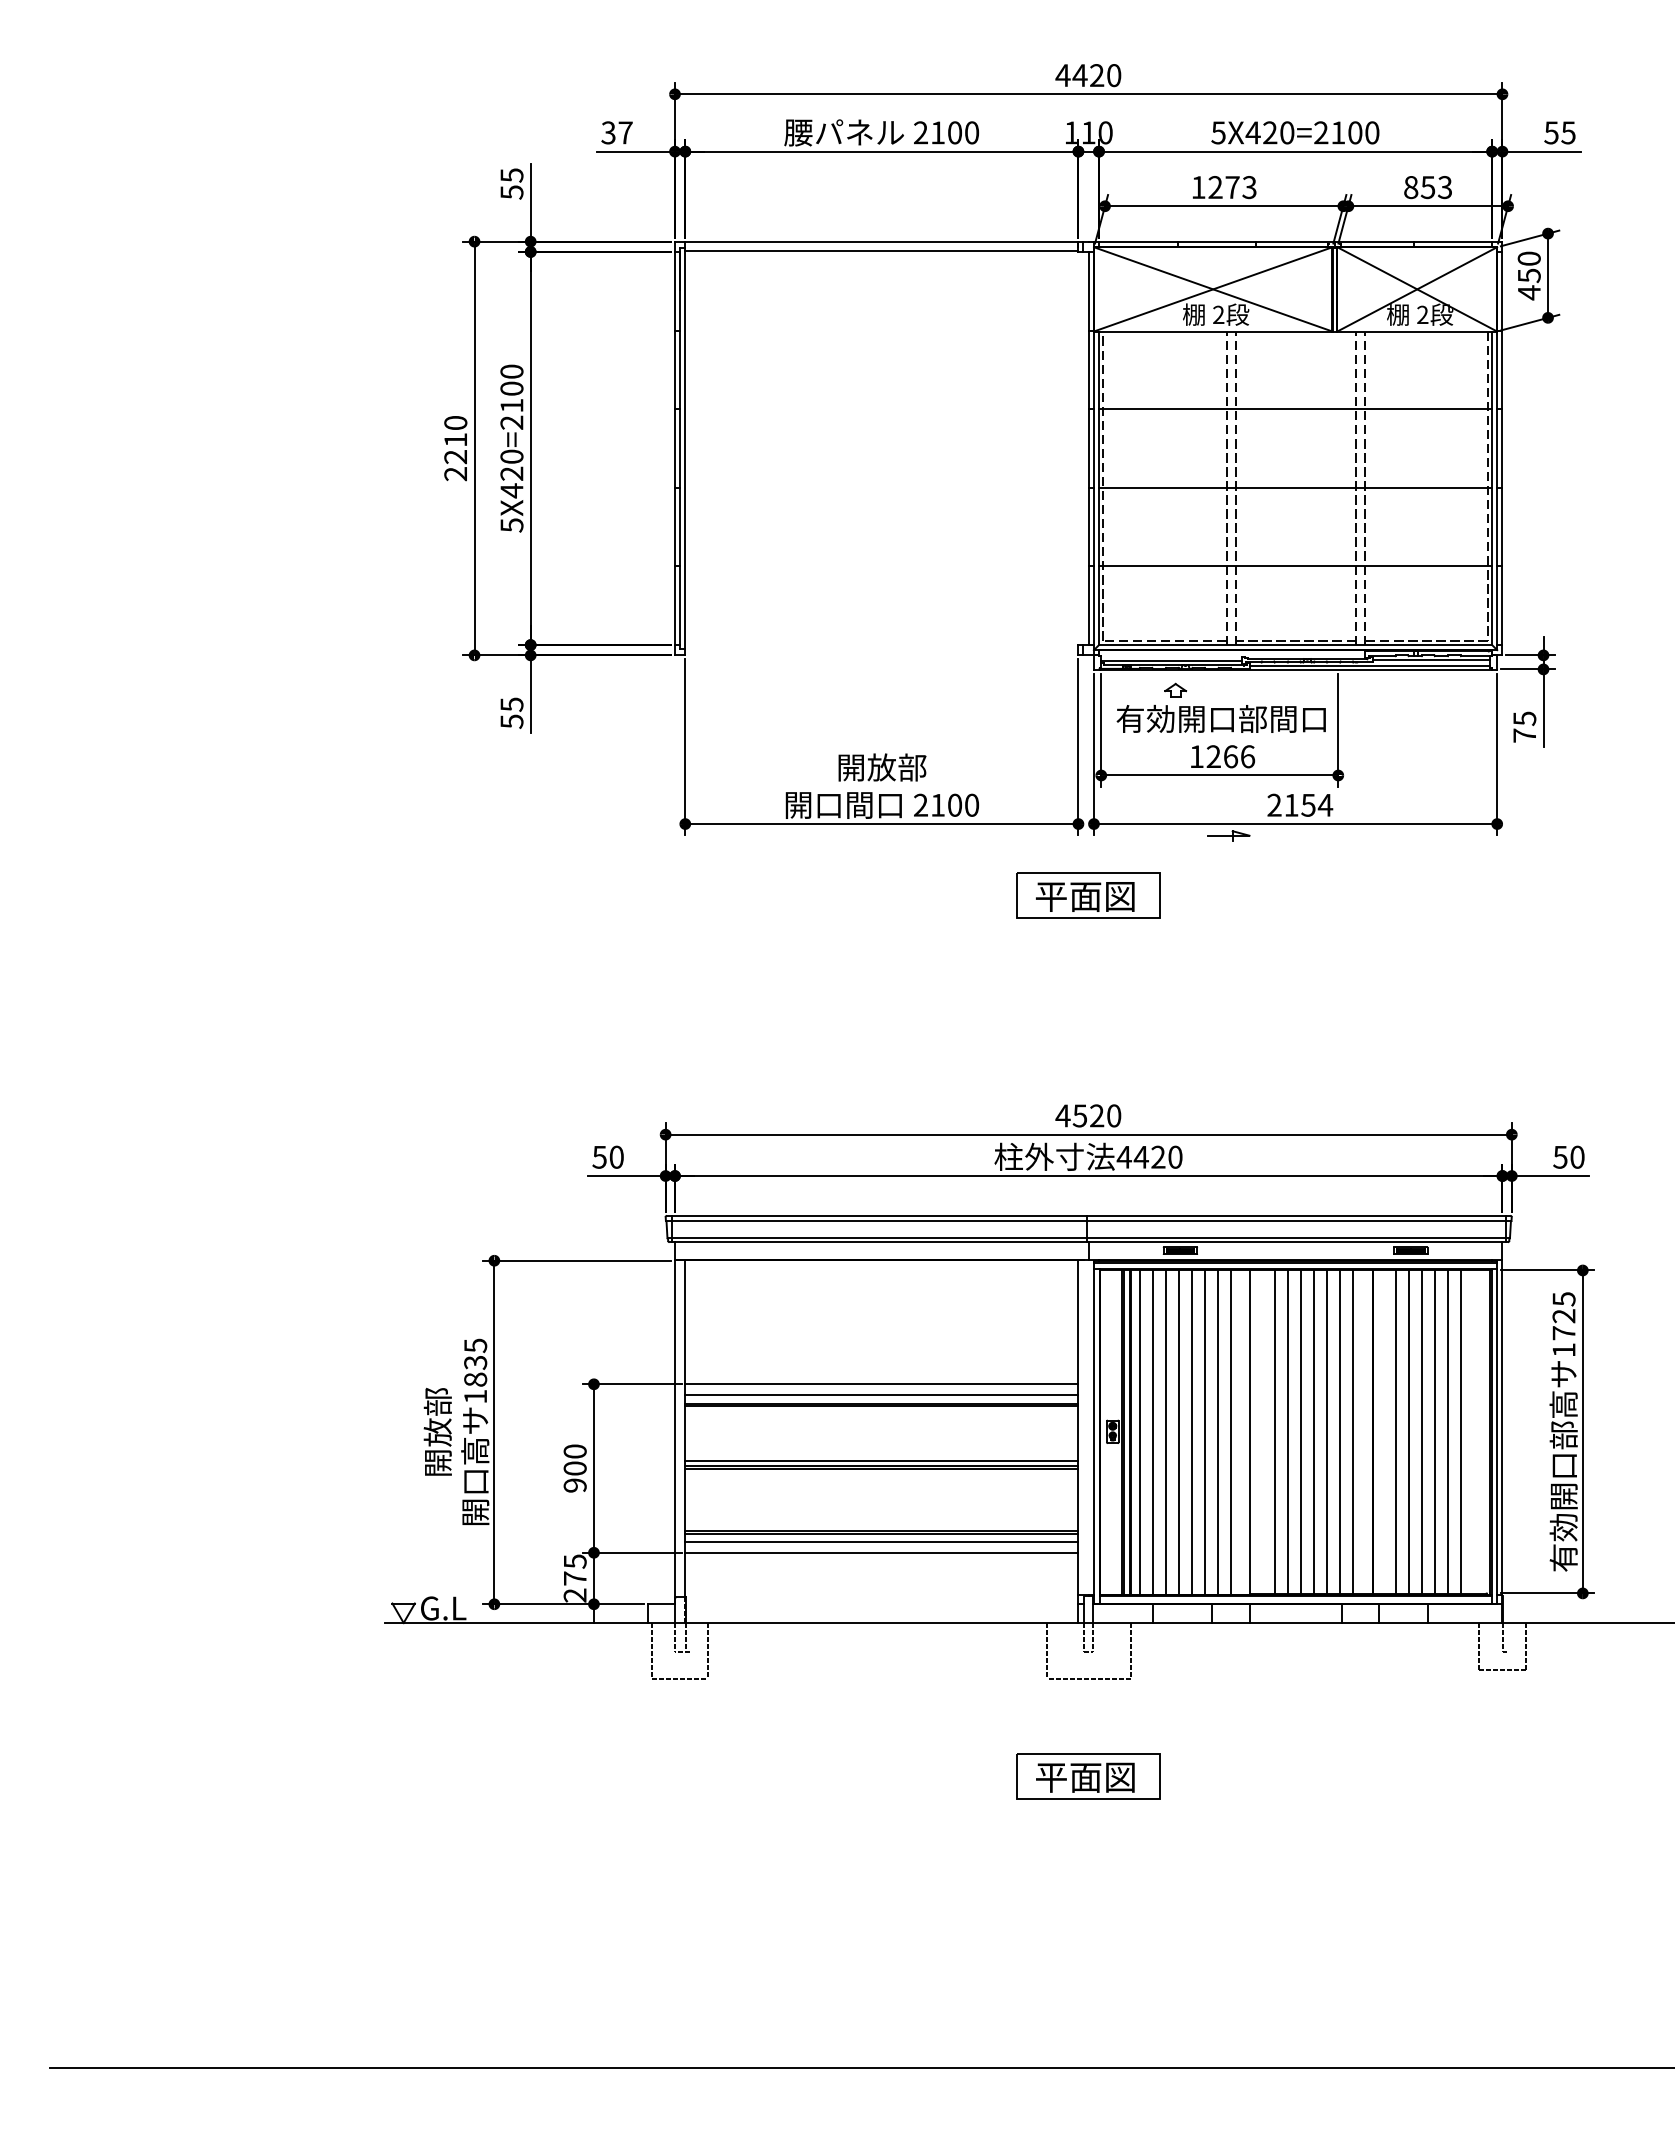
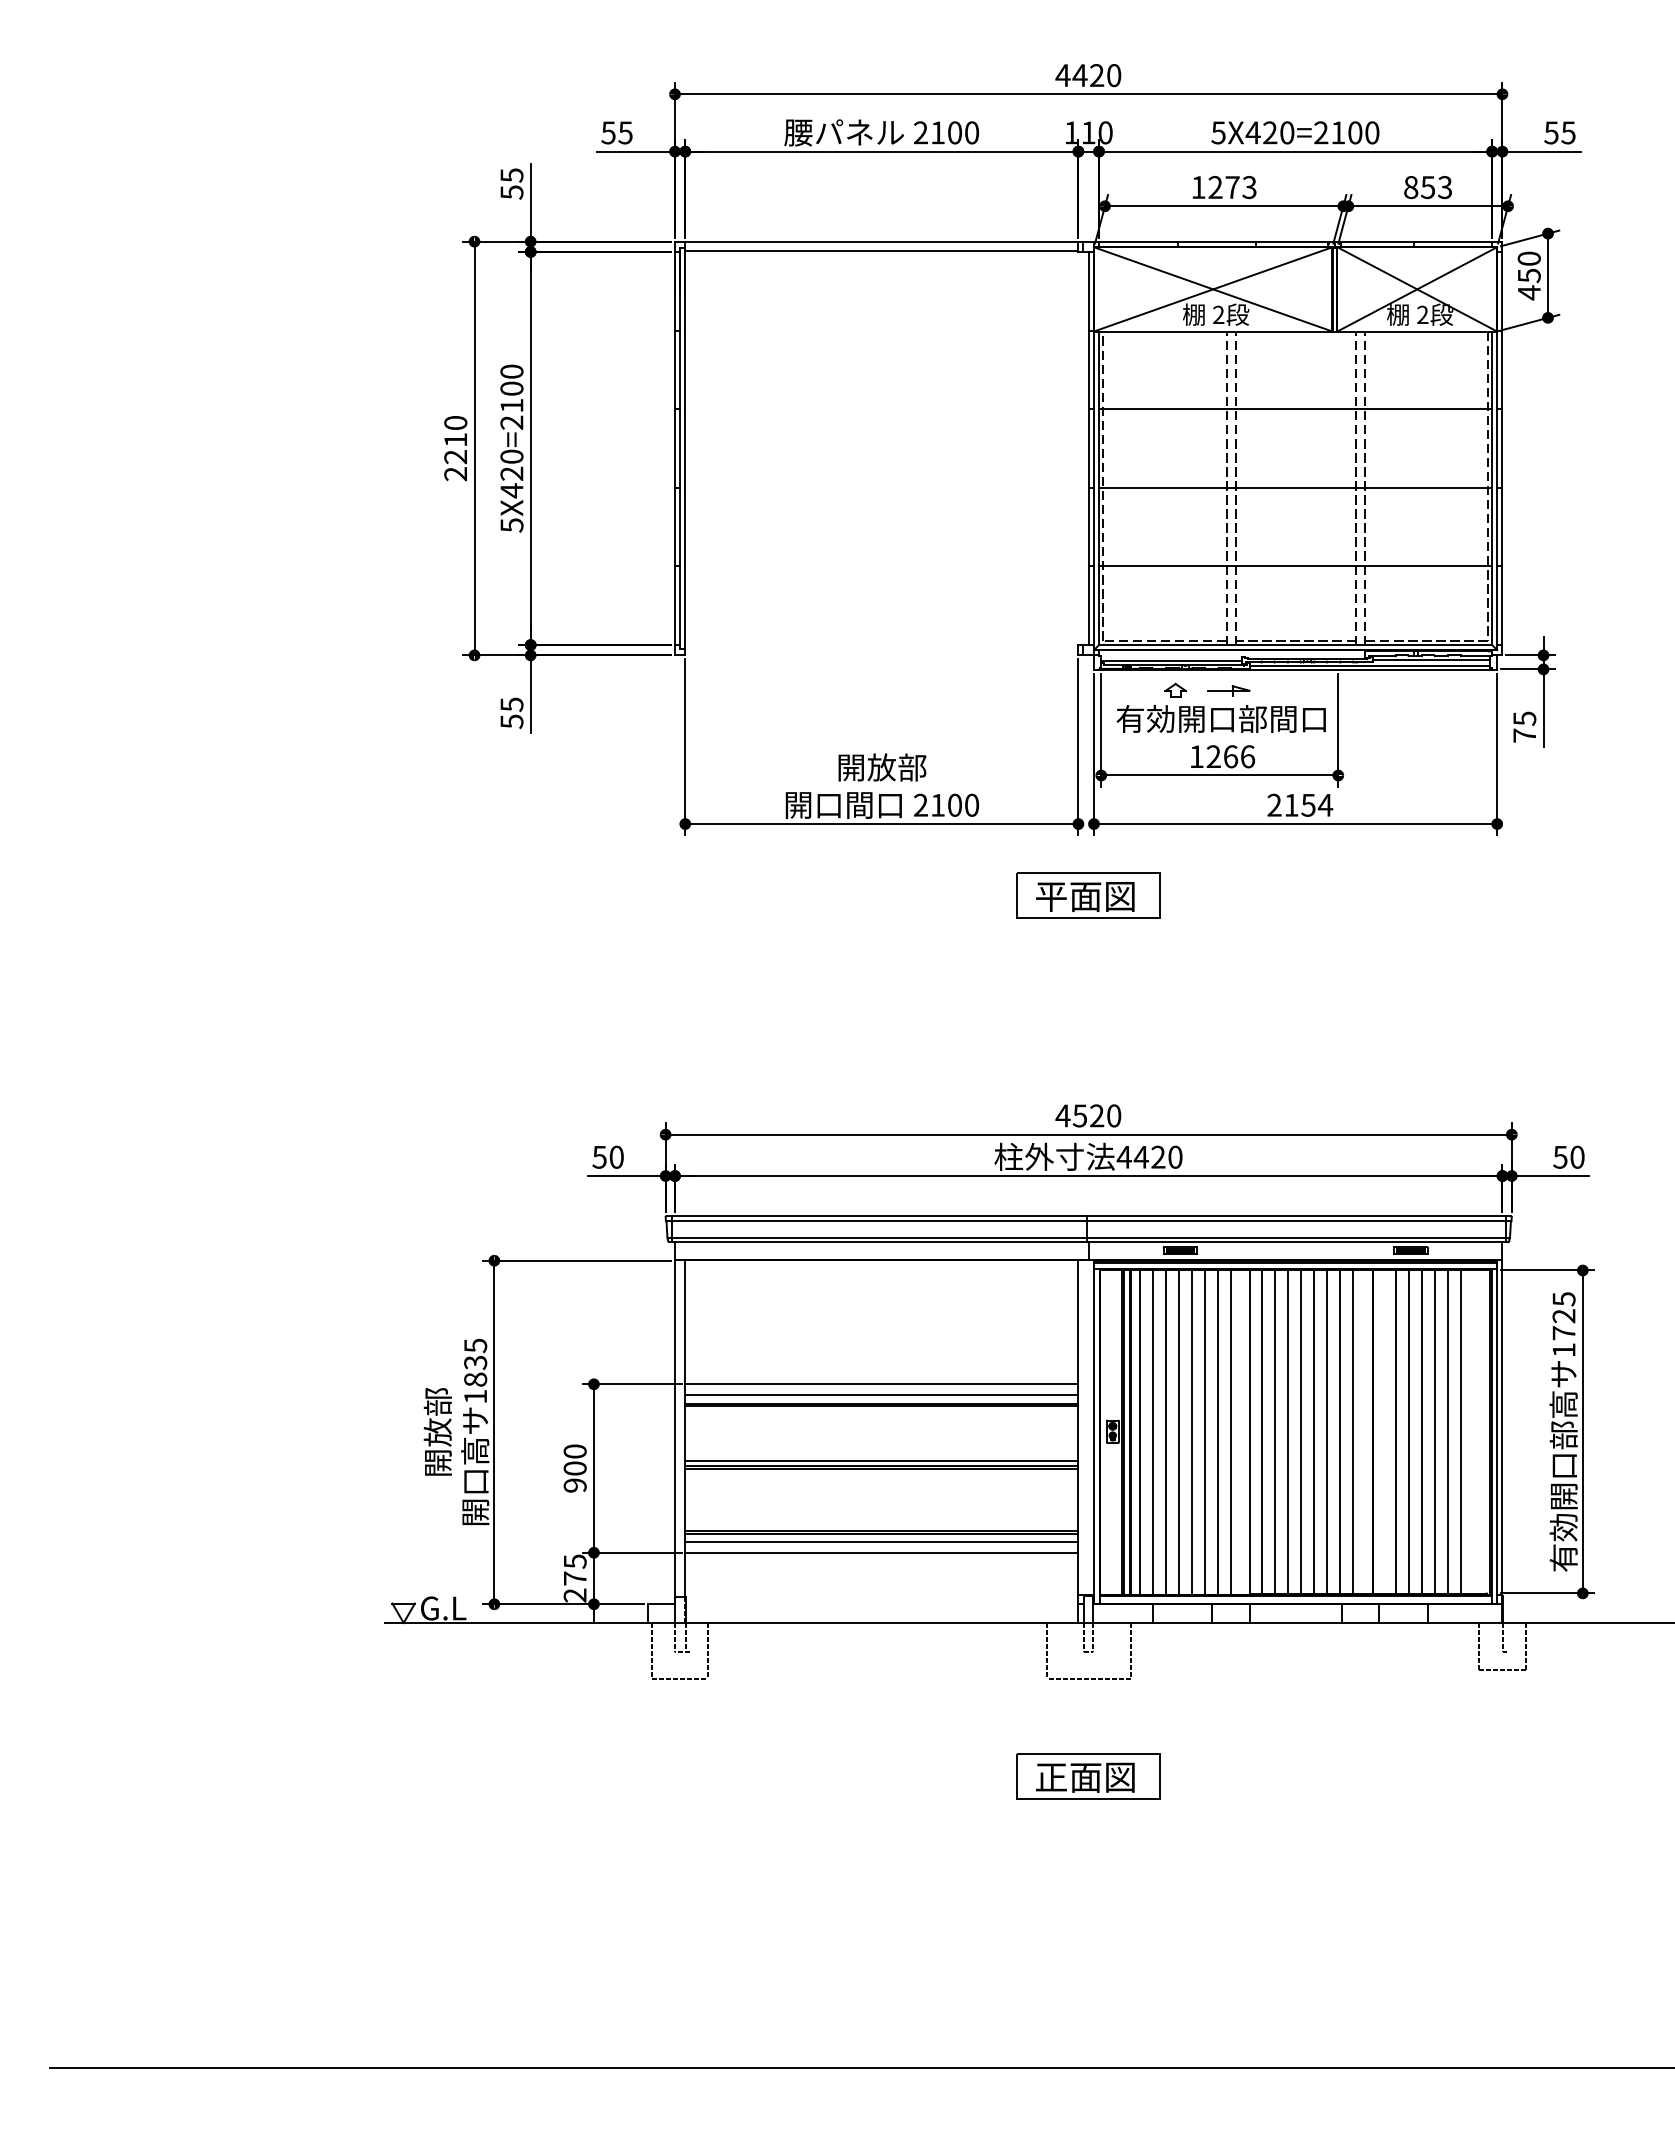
text at (617, 132): 37 -> 55
part at (1228, 835) position: (1228, 835) -> (1228, 690)
line at (1261, 1431): none -> present
text at (1051, 1777): 平面図 -> 正面図
